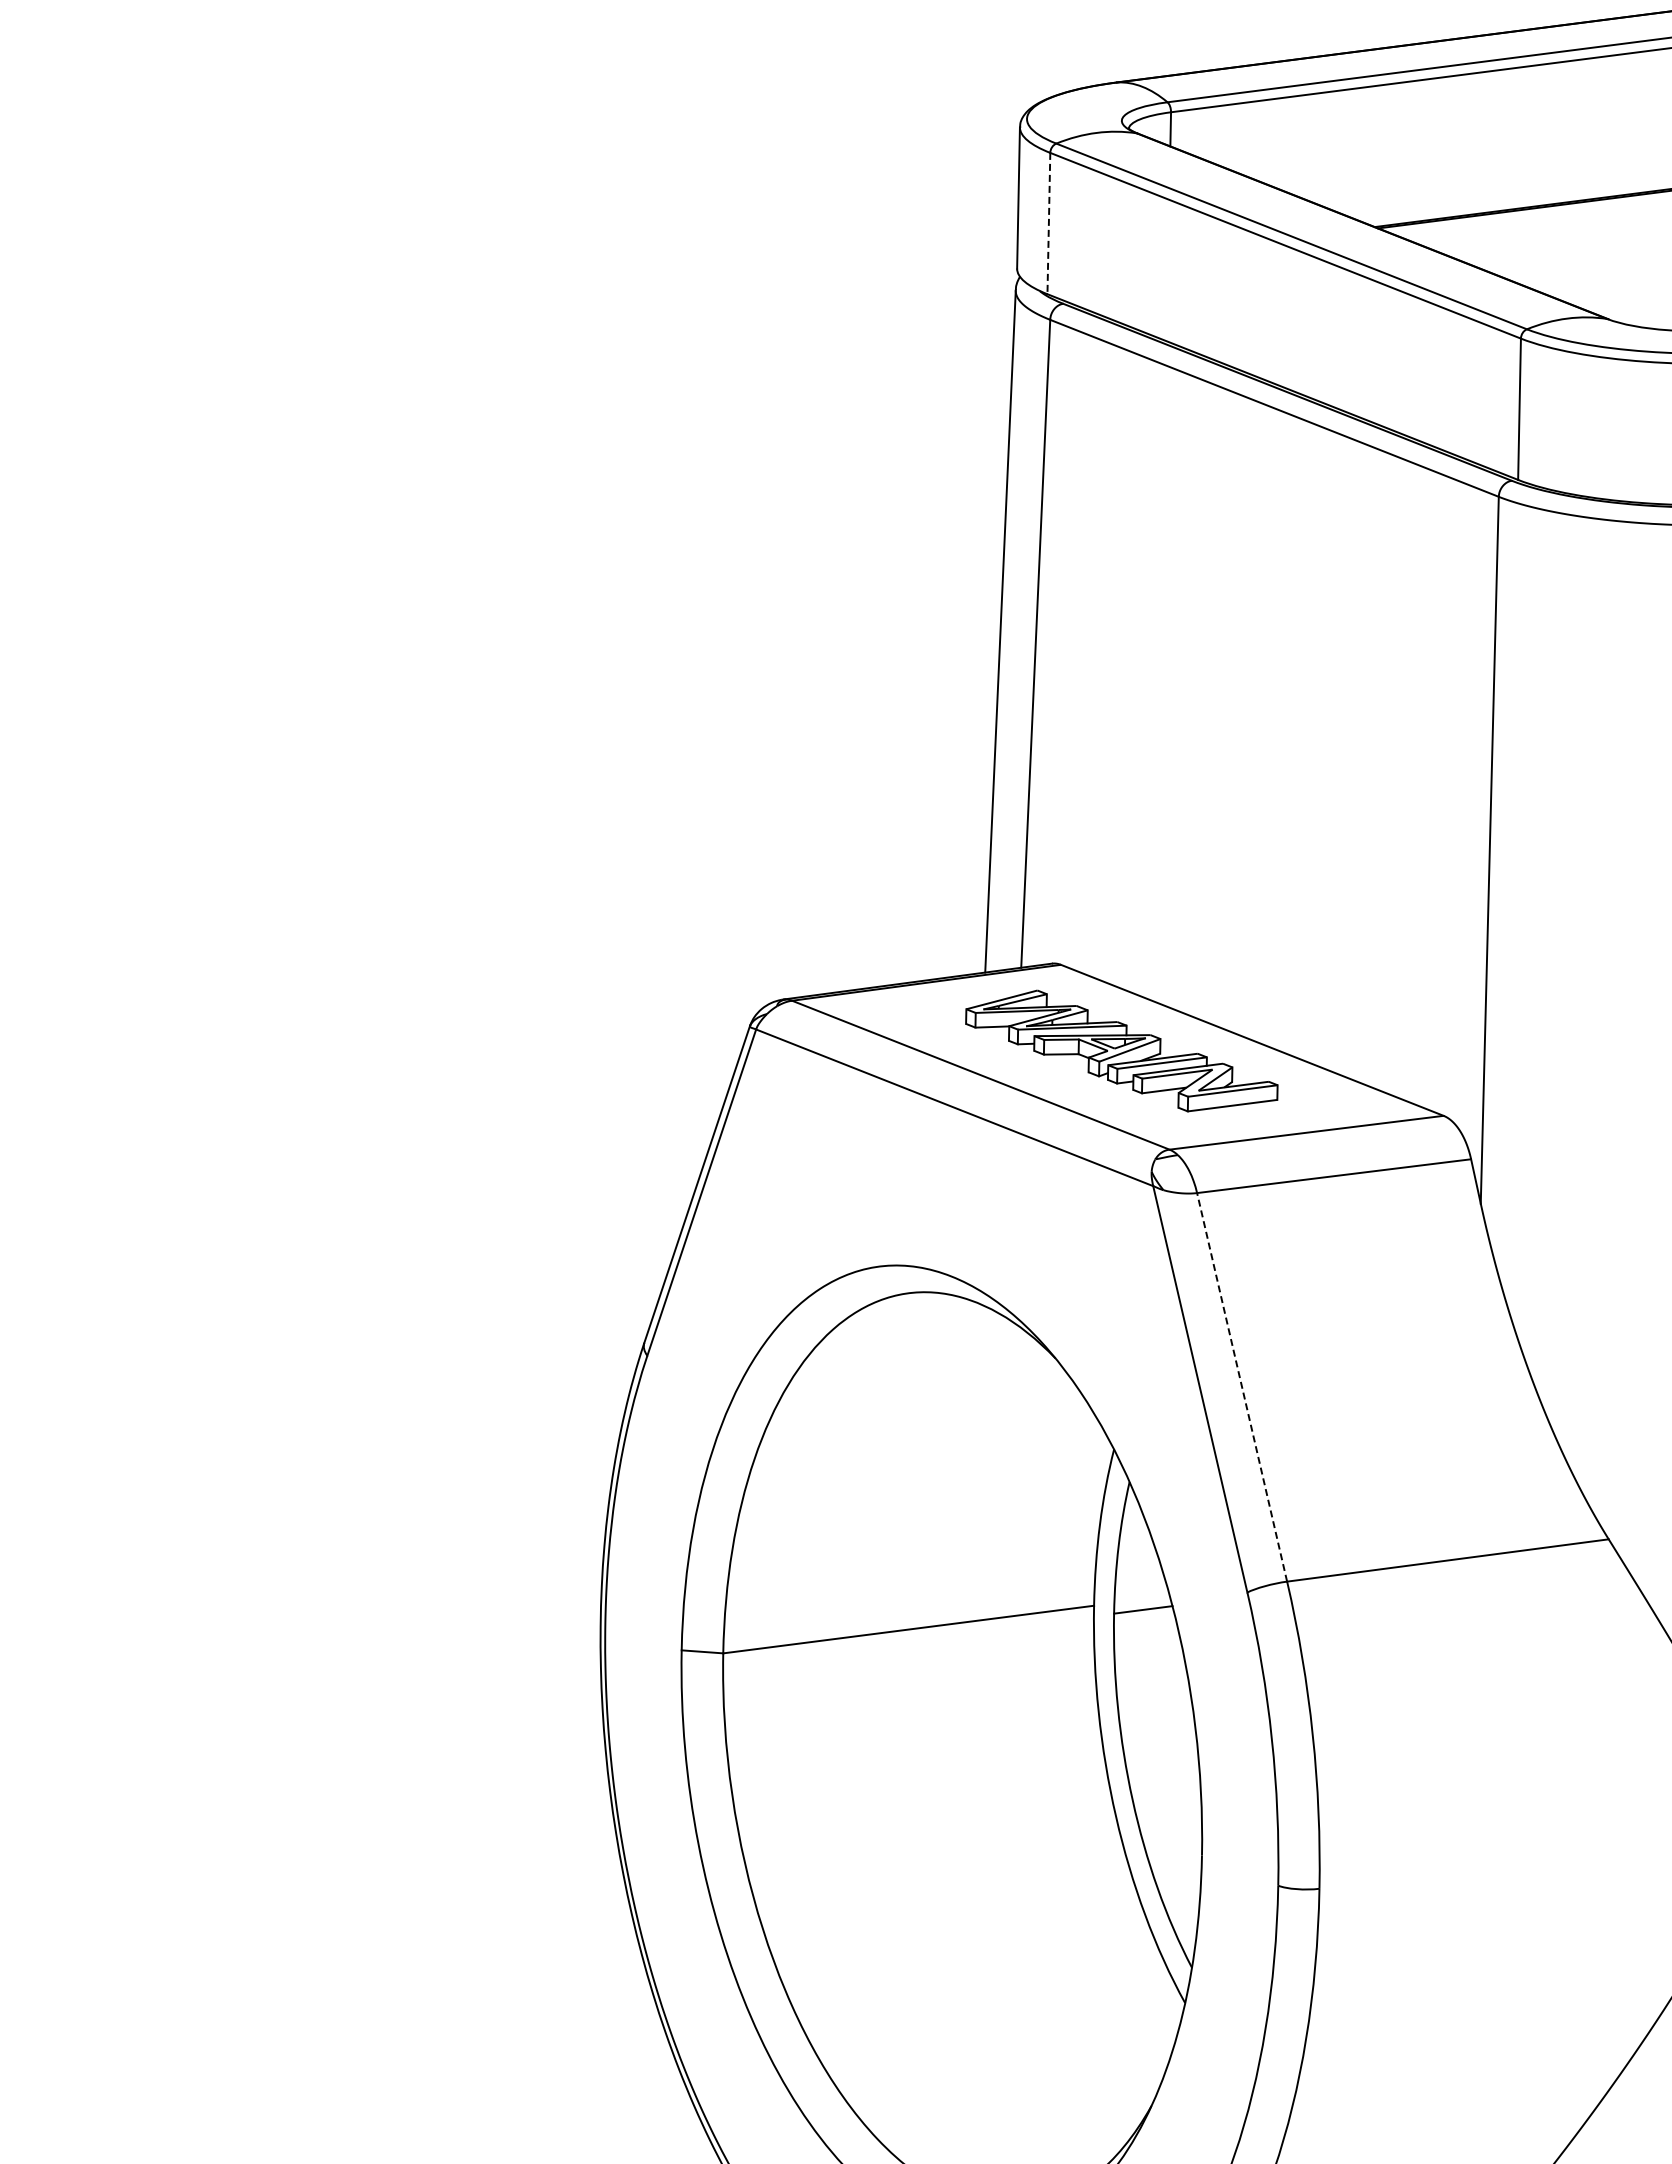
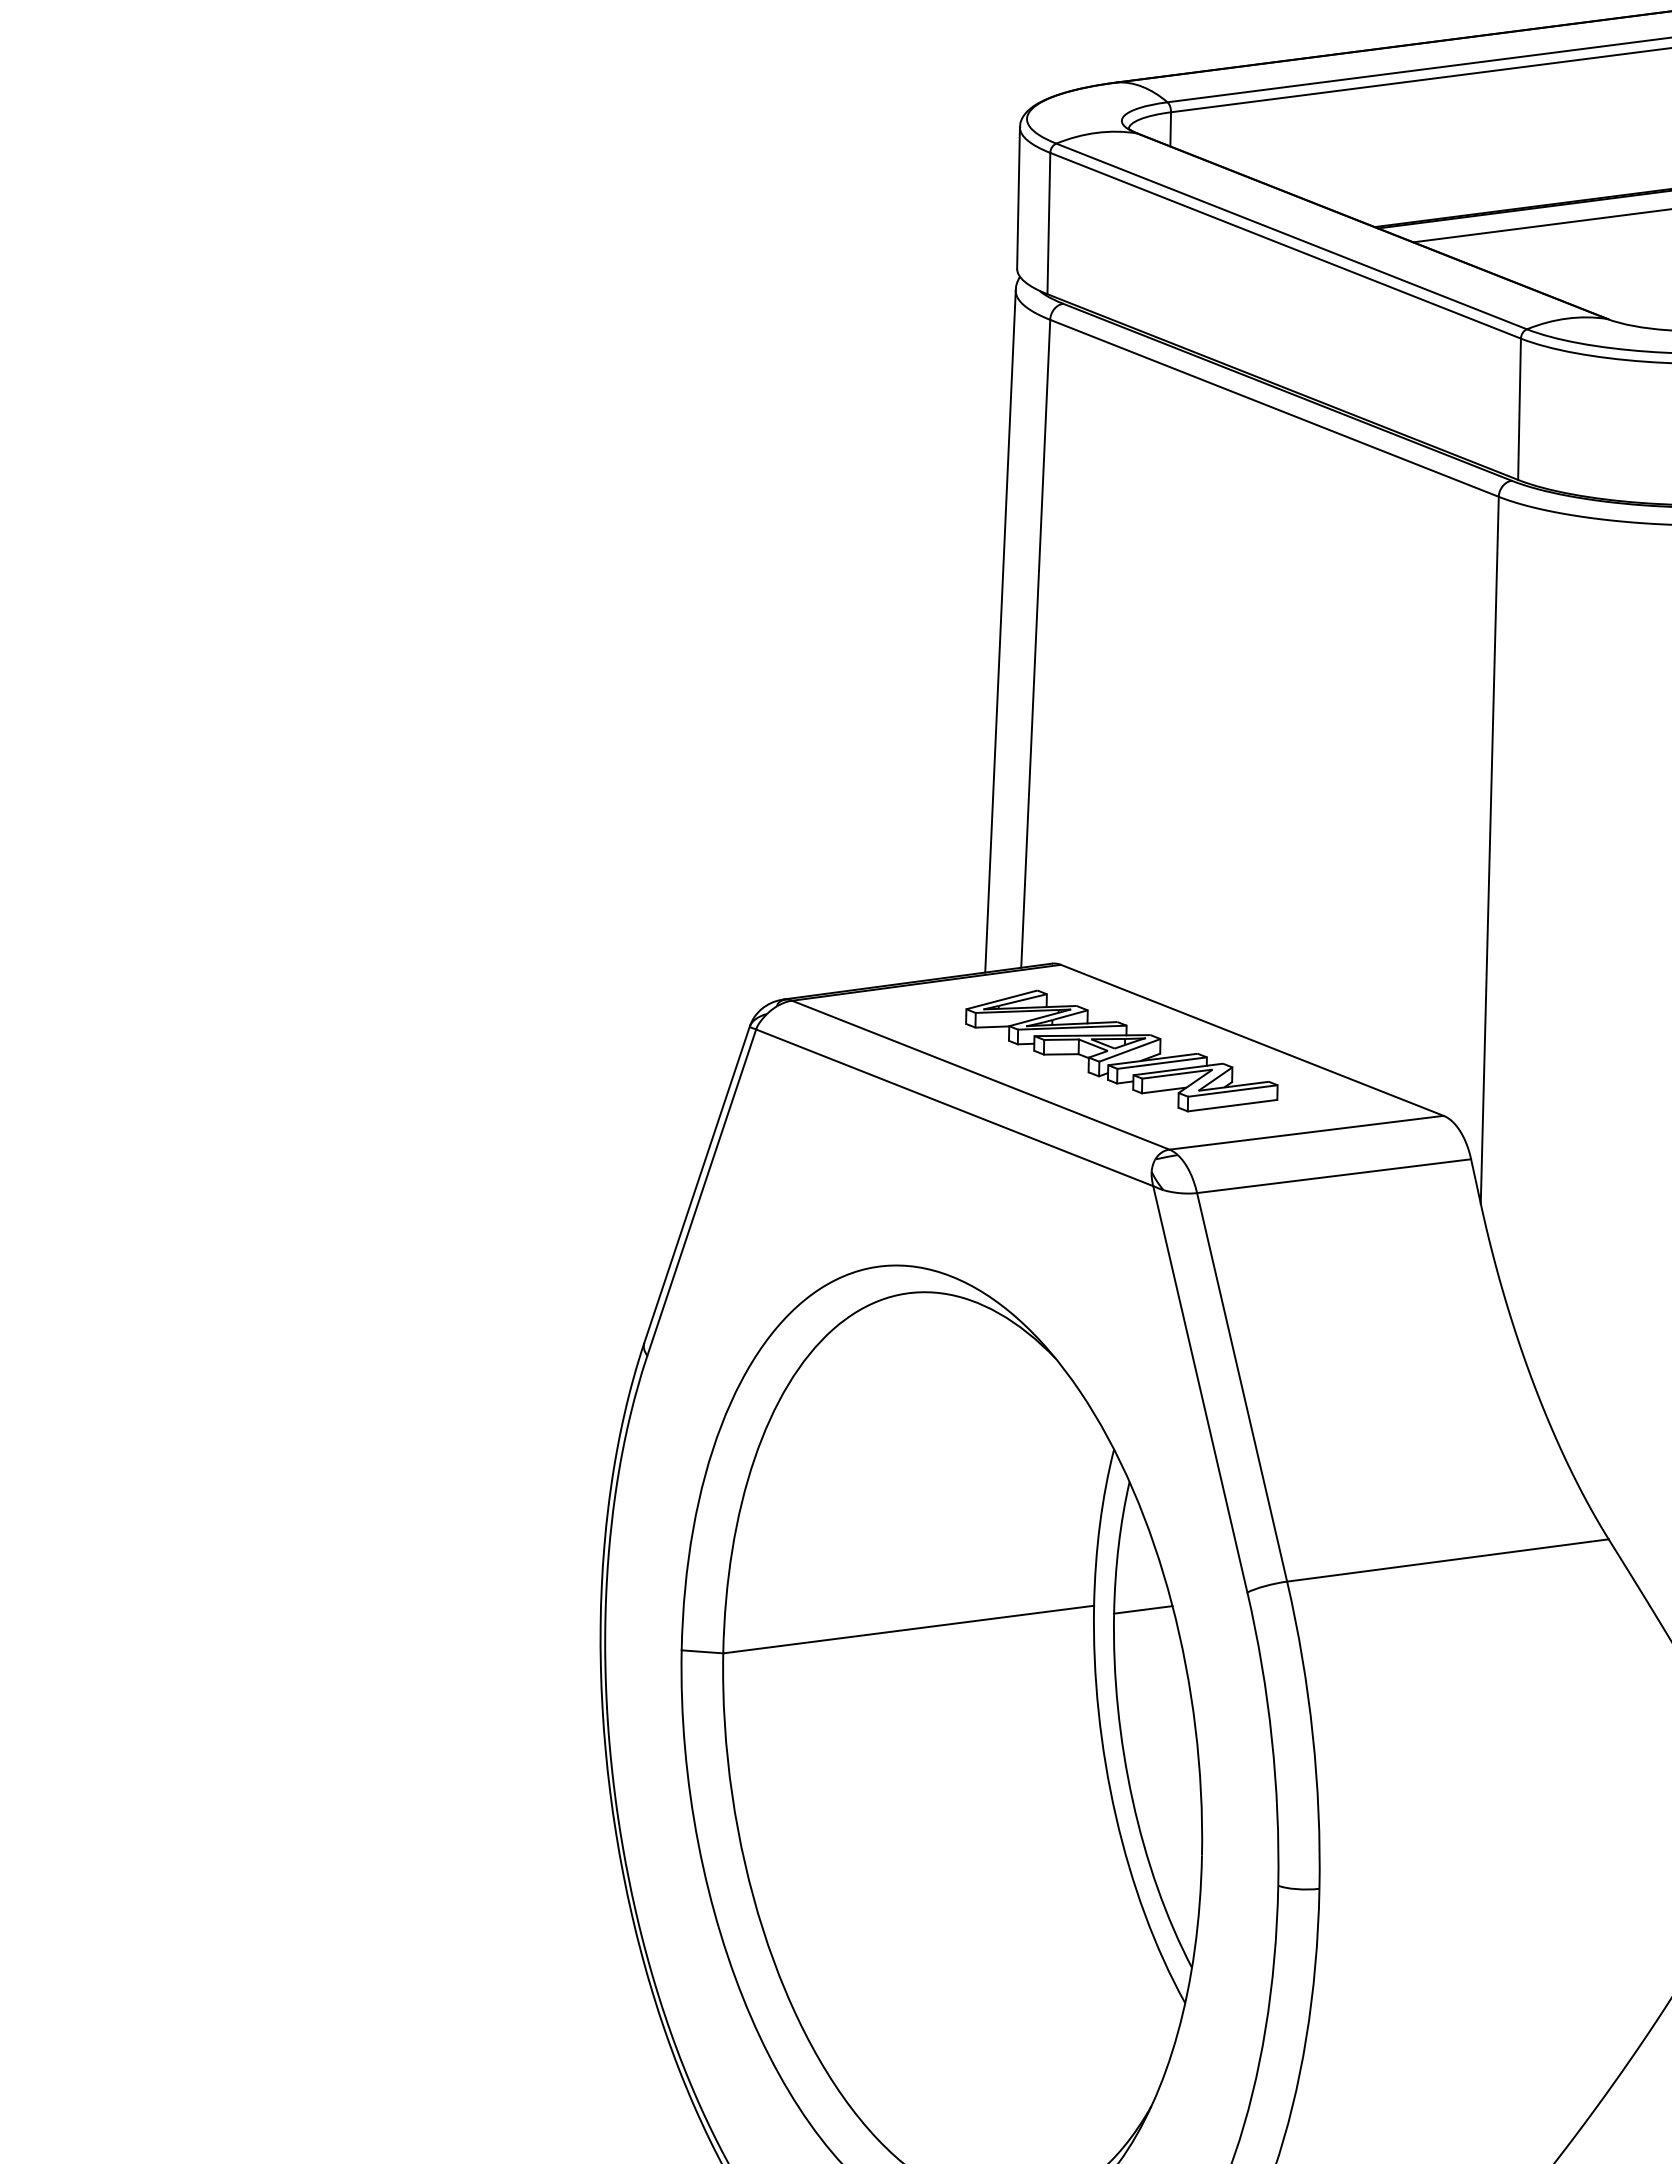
line at (1048, 223): dashed -> solid
line at (1540, 225): none -> present
line at (1242, 1386): dashed -> solid
